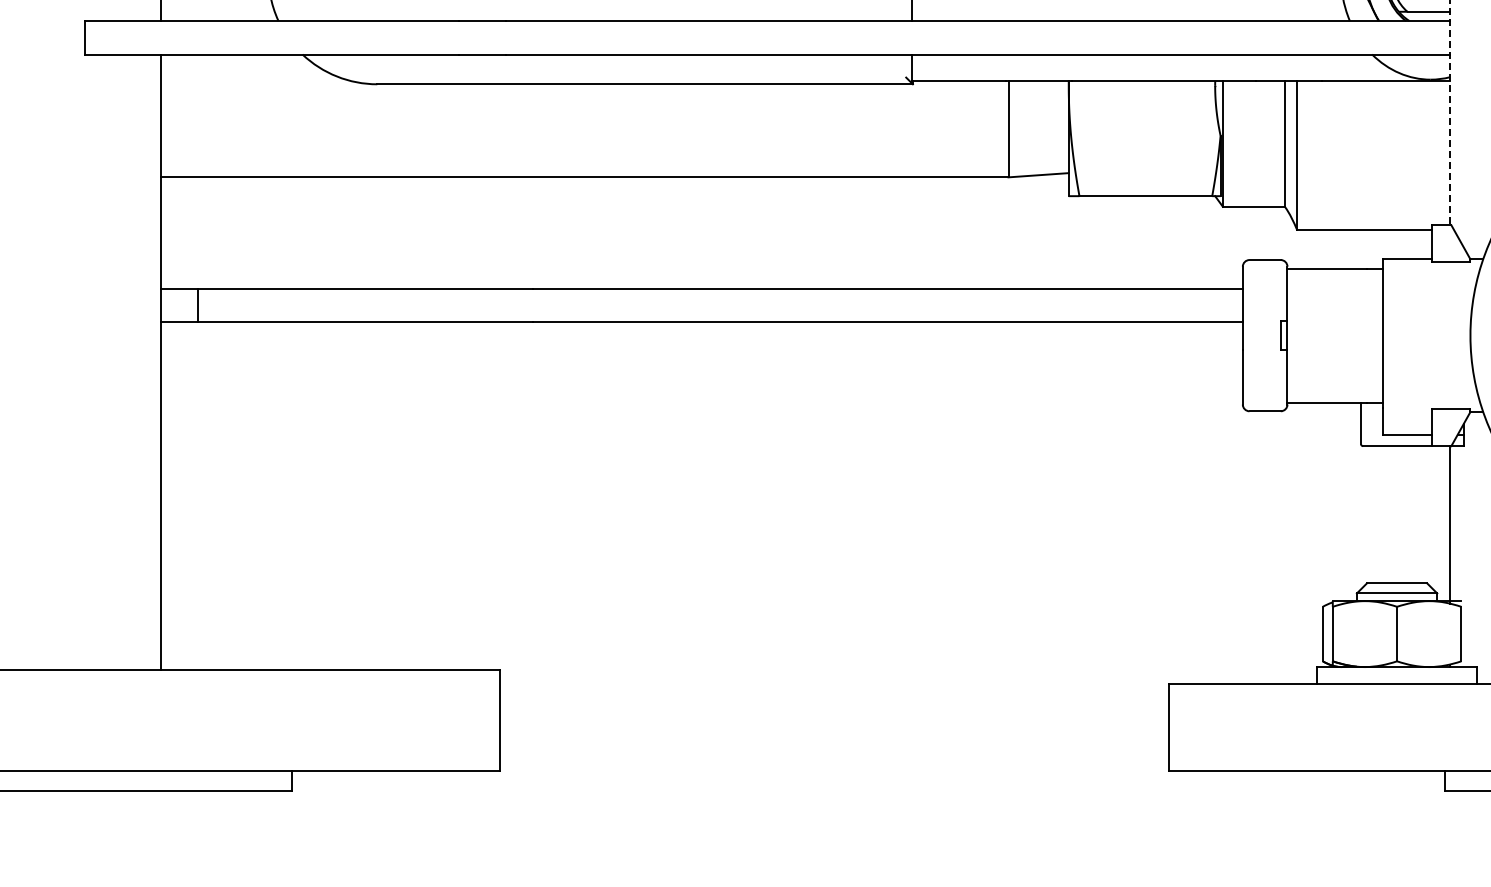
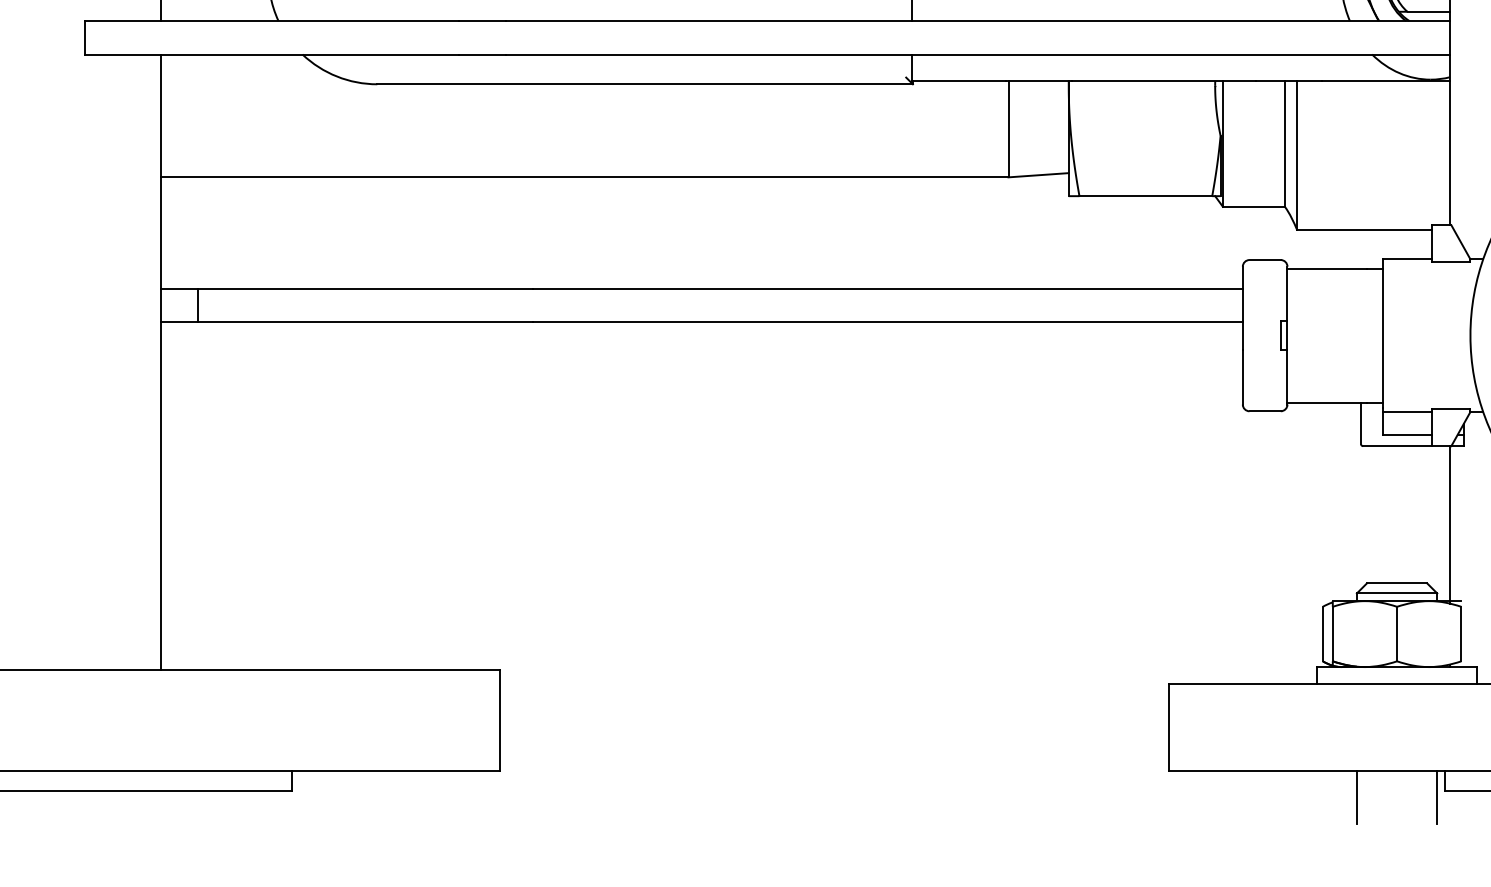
line at (1450, 113): dashed -> solid
line at (1407, 412): none -> present
line at (1356, 797): none -> present
line at (1437, 797): none -> present
